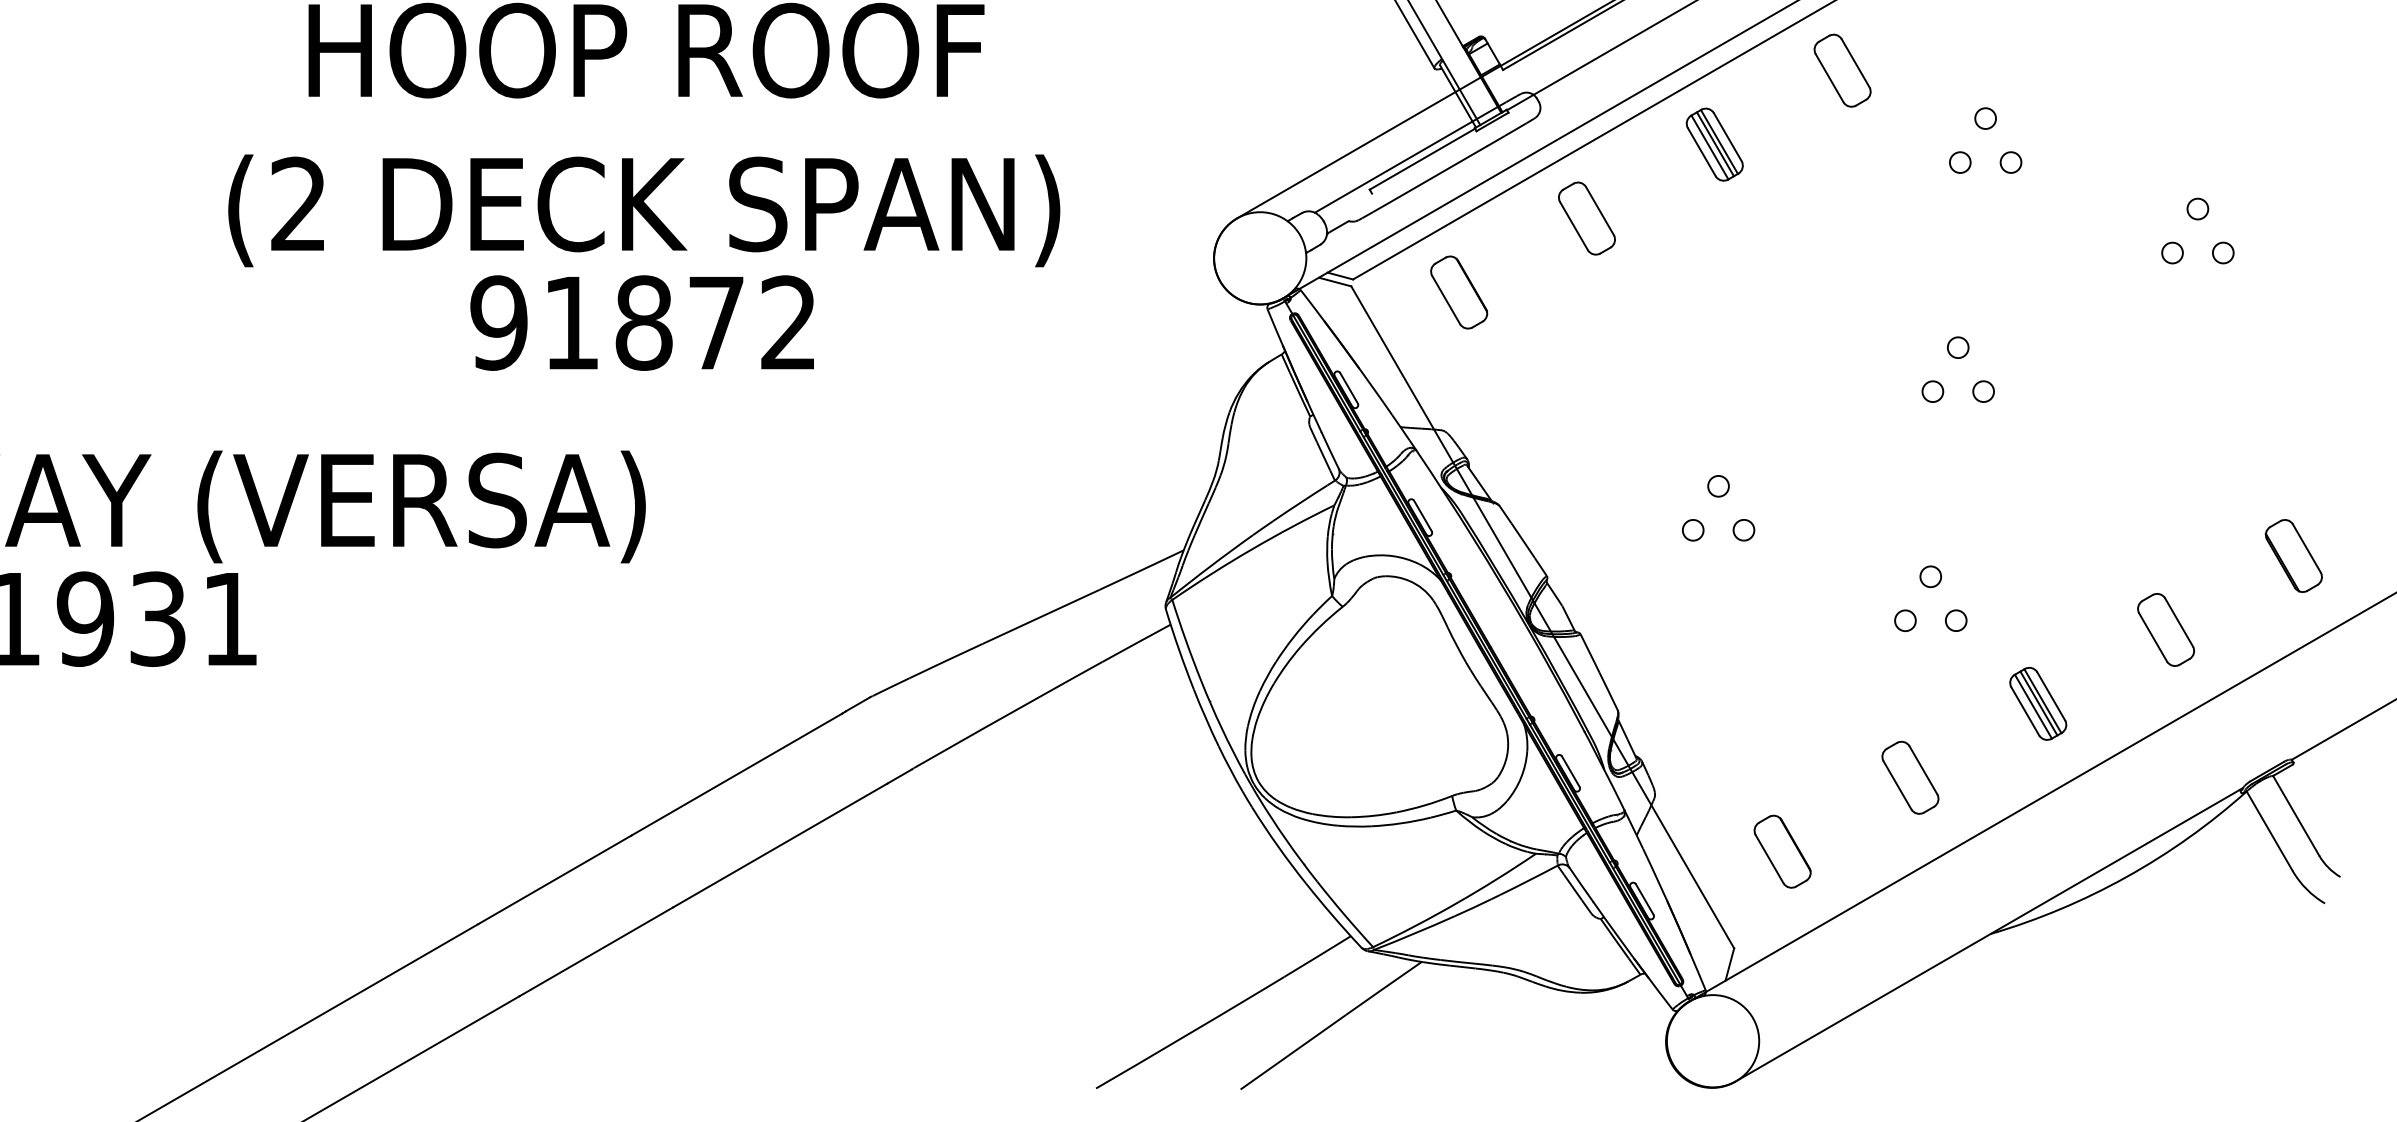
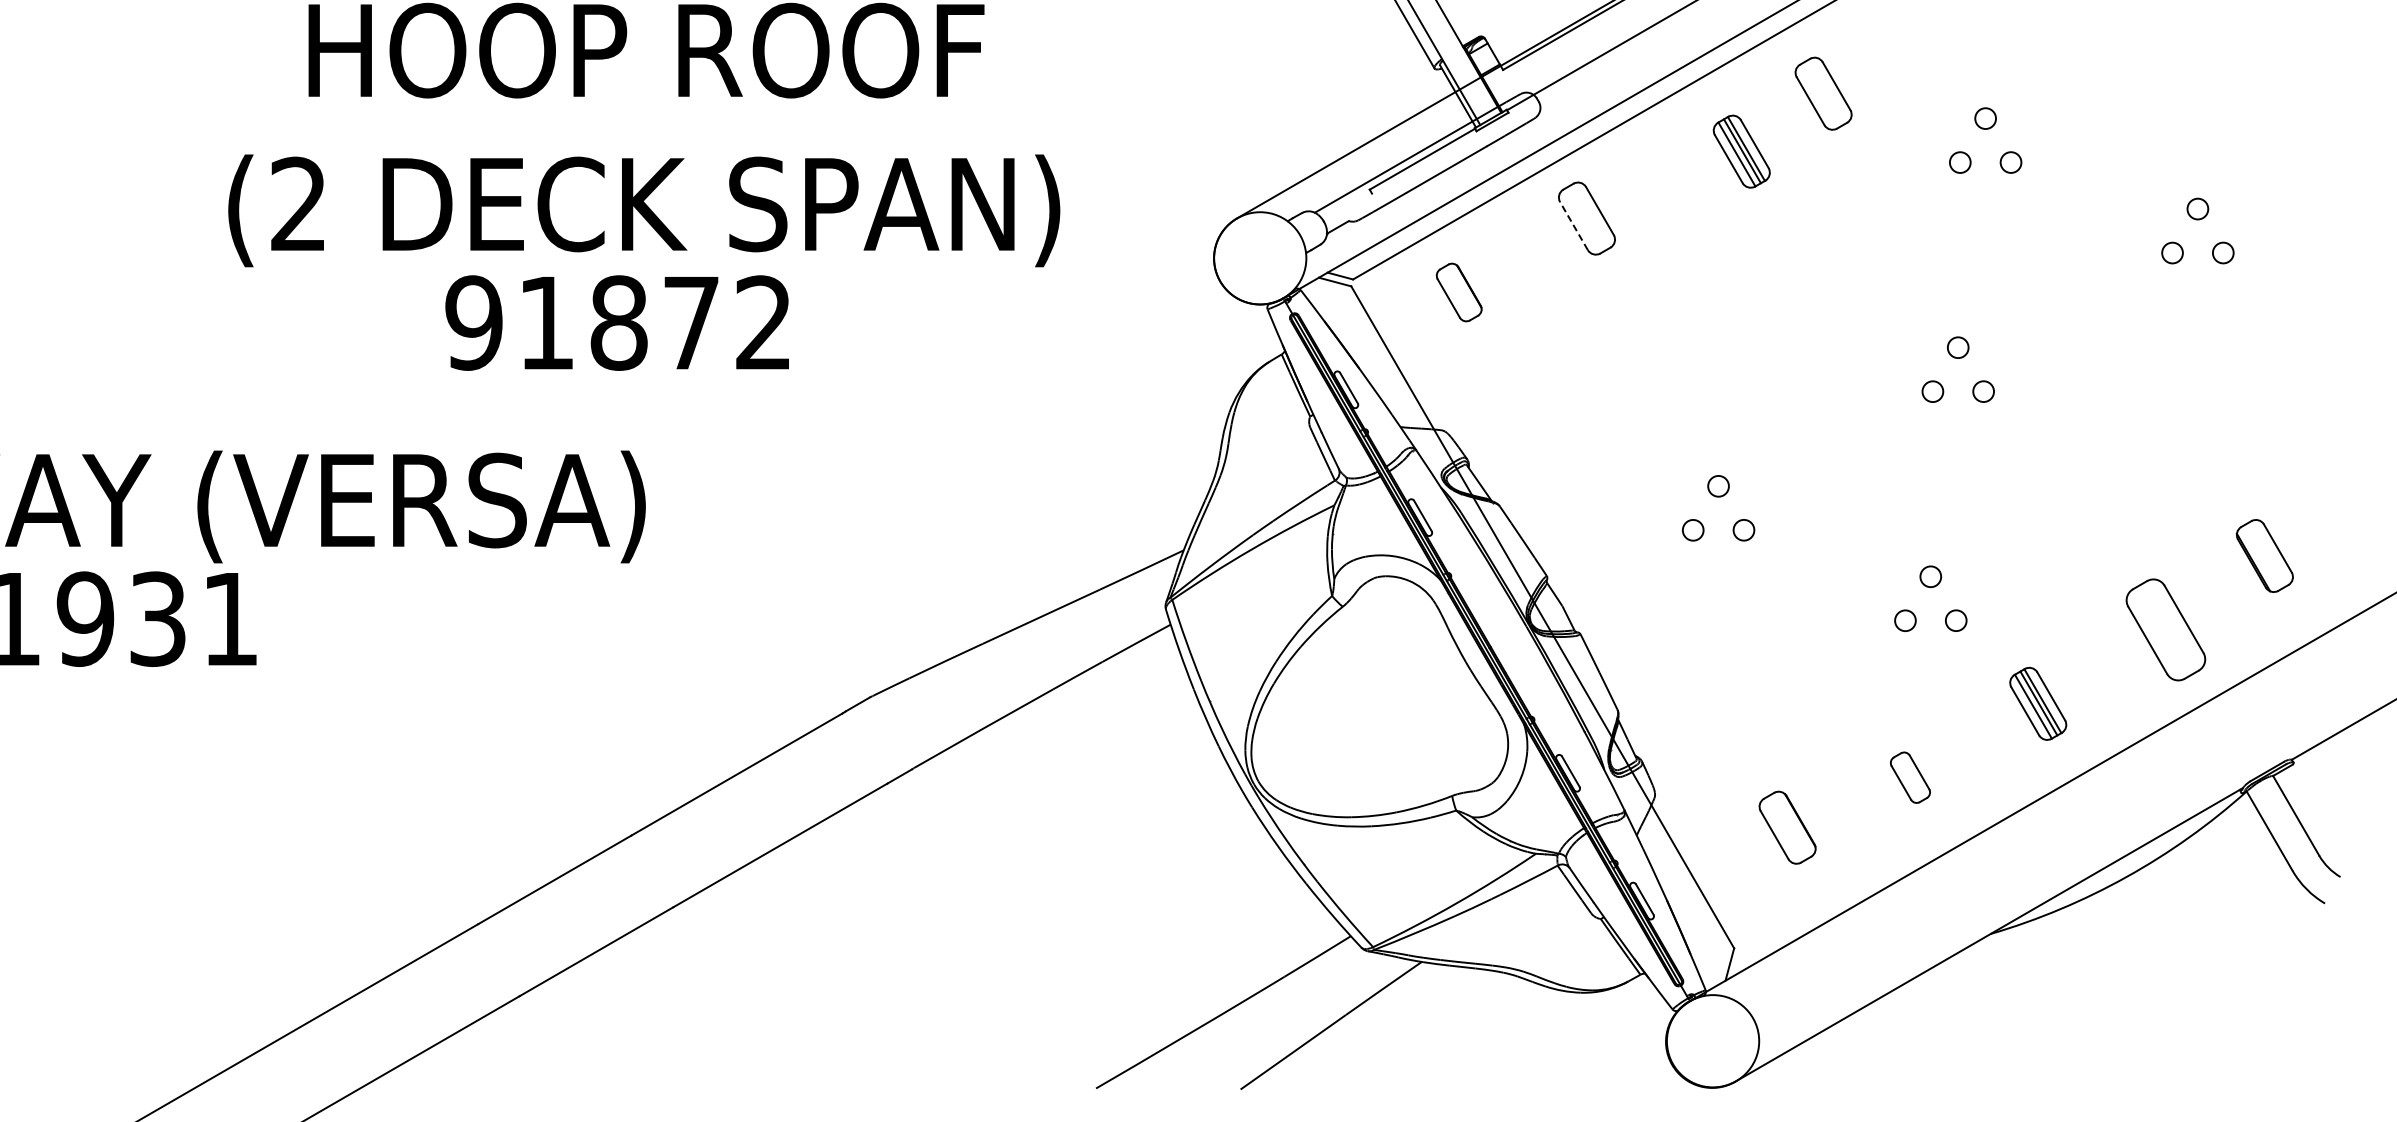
part at (1842, 70) position: (1842, 70) -> (1823, 93)
part at (1714, 144) position: (1714, 144) -> (1741, 151)
line at (1574, 226): solid -> dashed
part at (1459, 292) size: 59x75 px -> 48x61 px
text at (641, 322) position: (641, 322) -> (616, 322)
part at (2293, 555) position: (2293, 555) -> (2264, 555)
part at (2166, 629) size: 59x74 px -> 82x104 px
part at (1910, 777) size: 59x75 px -> 42x53 px
part at (1782, 851) position: (1782, 851) -> (1787, 827)
